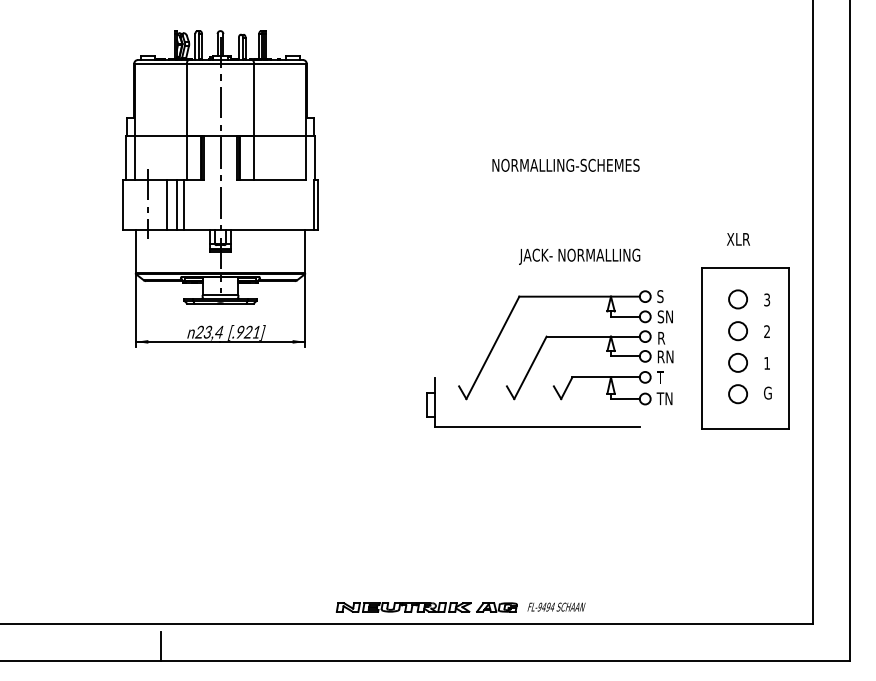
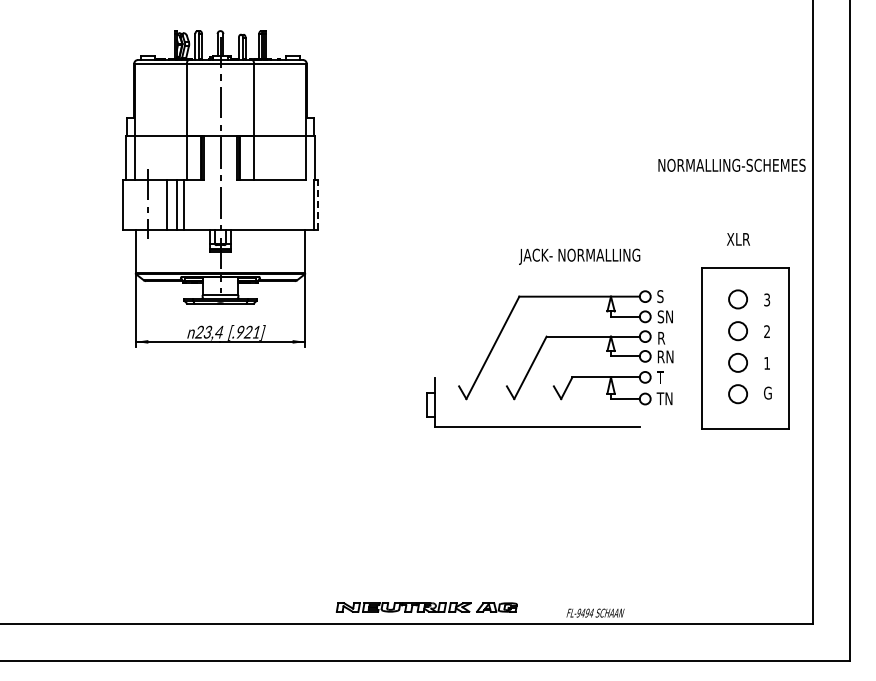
text at (565, 164) position: (565, 164) -> (731, 164)
line at (318, 204): solid -> dashed
text at (556, 606) position: (556, 606) -> (595, 612)
line at (161, 645): present -> none
